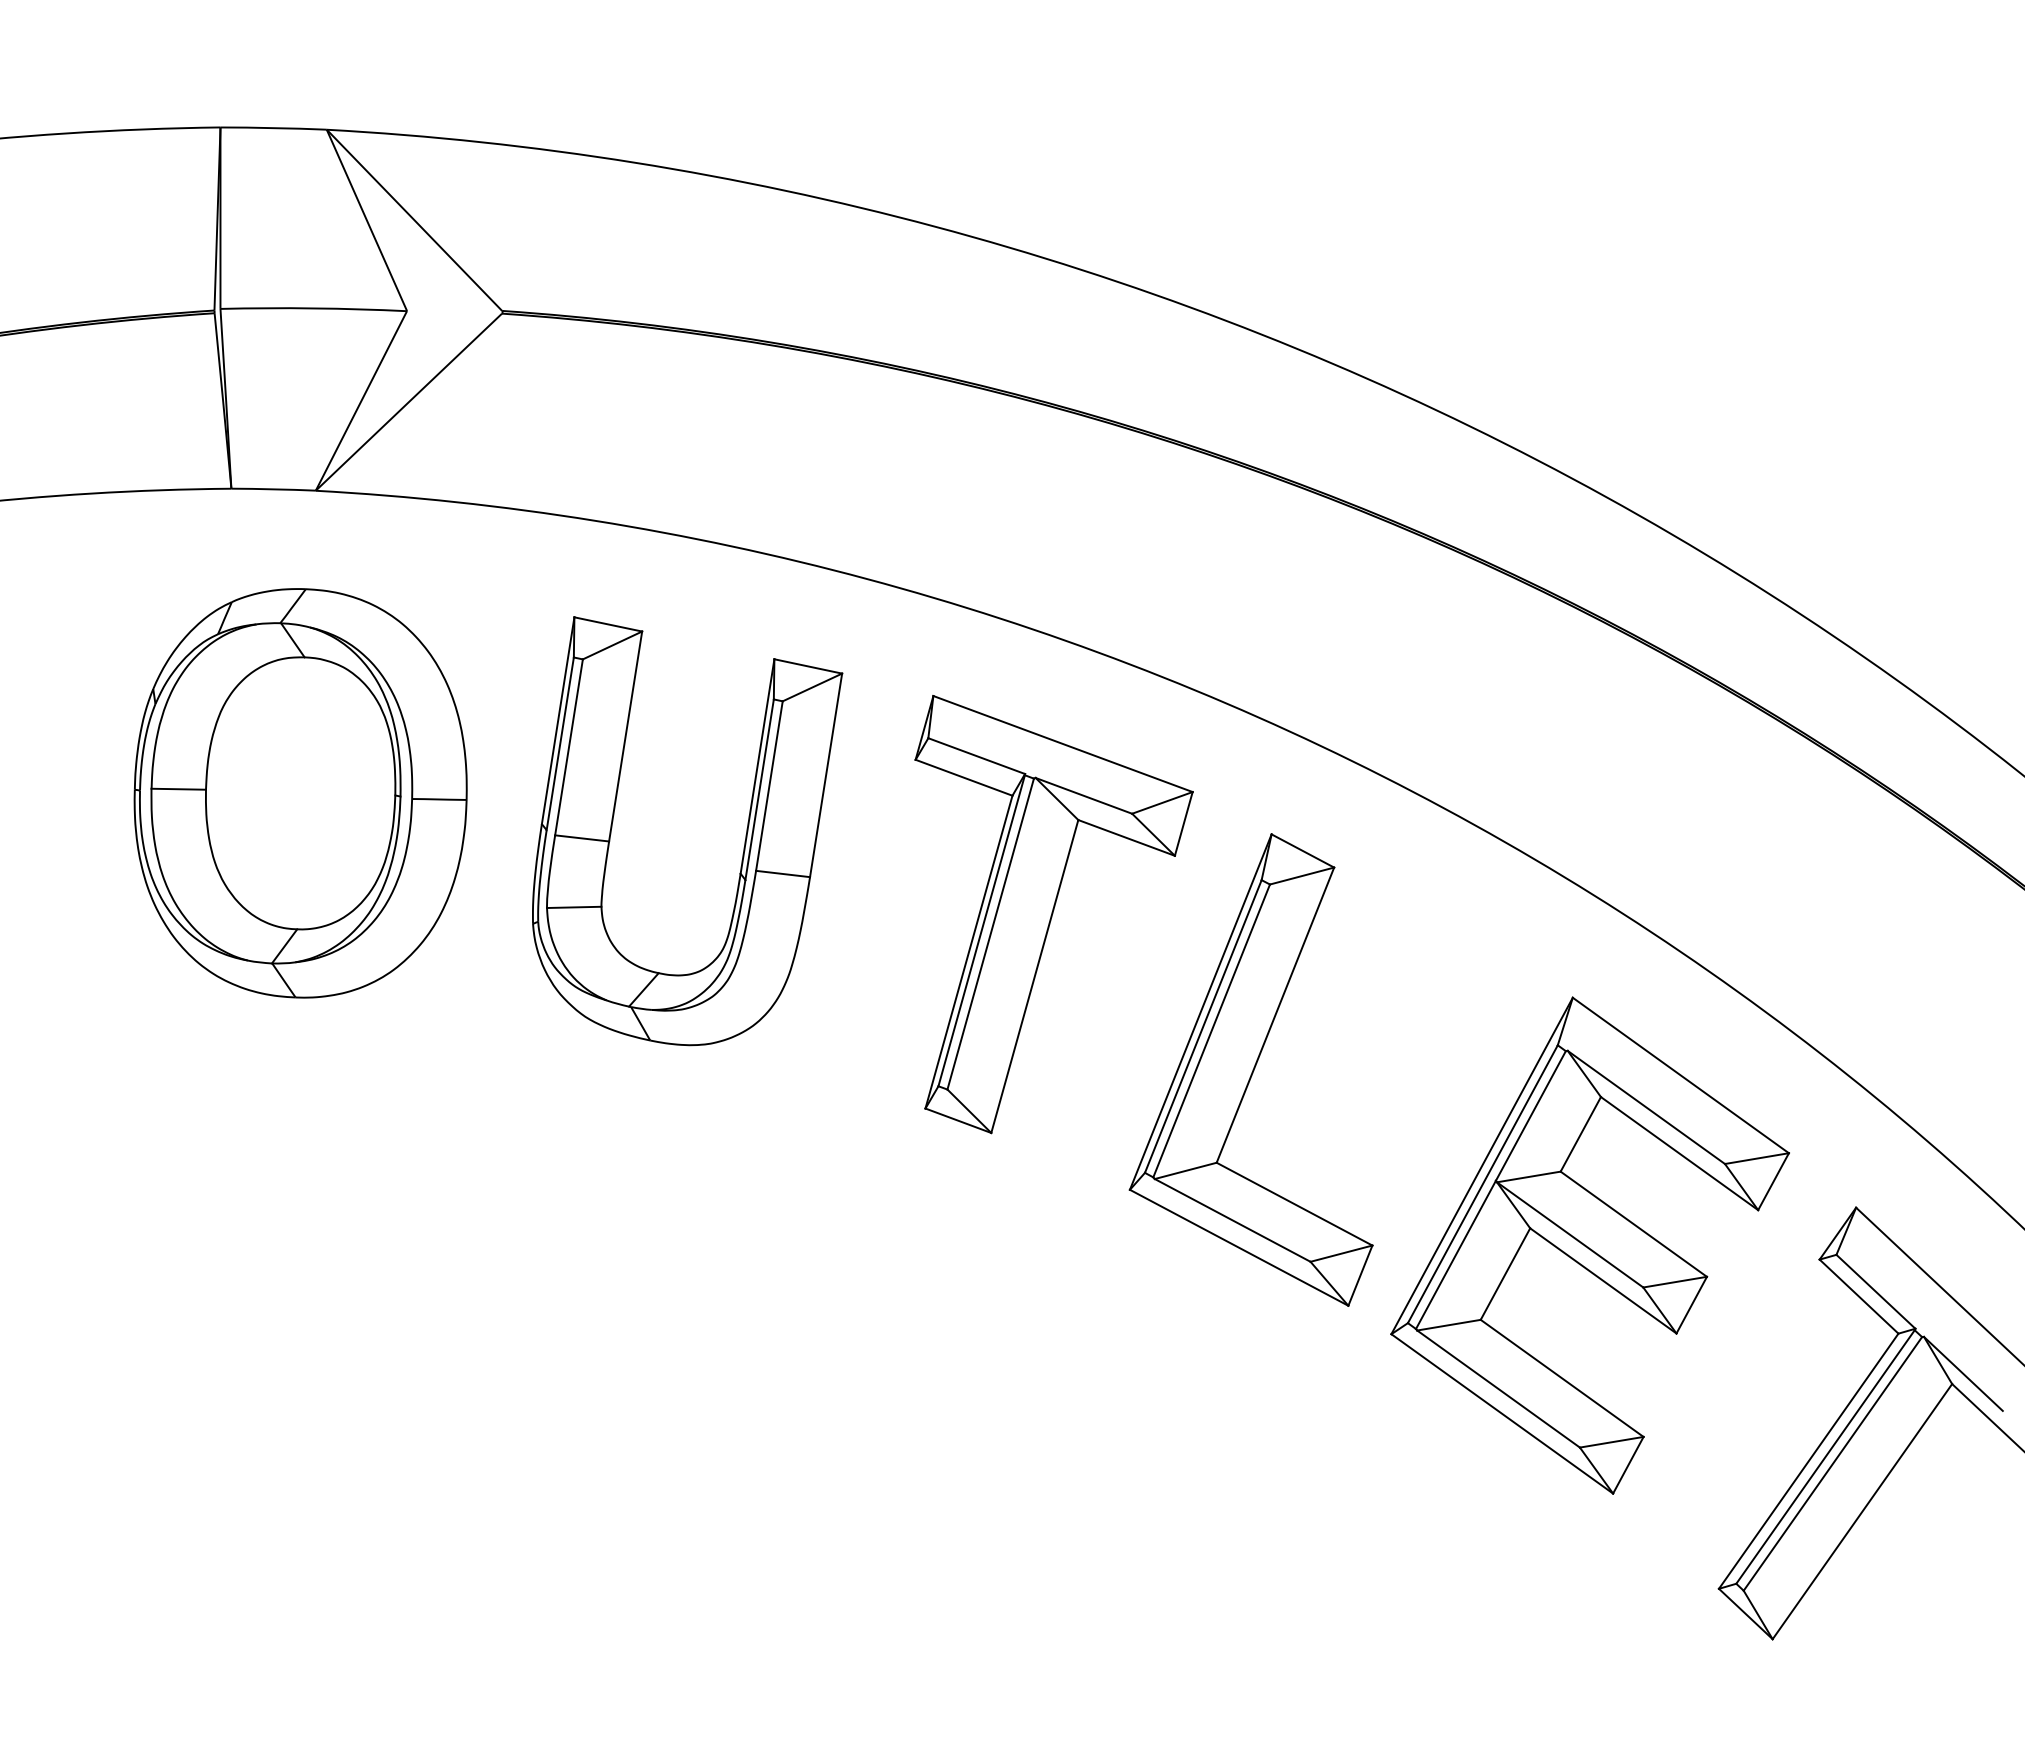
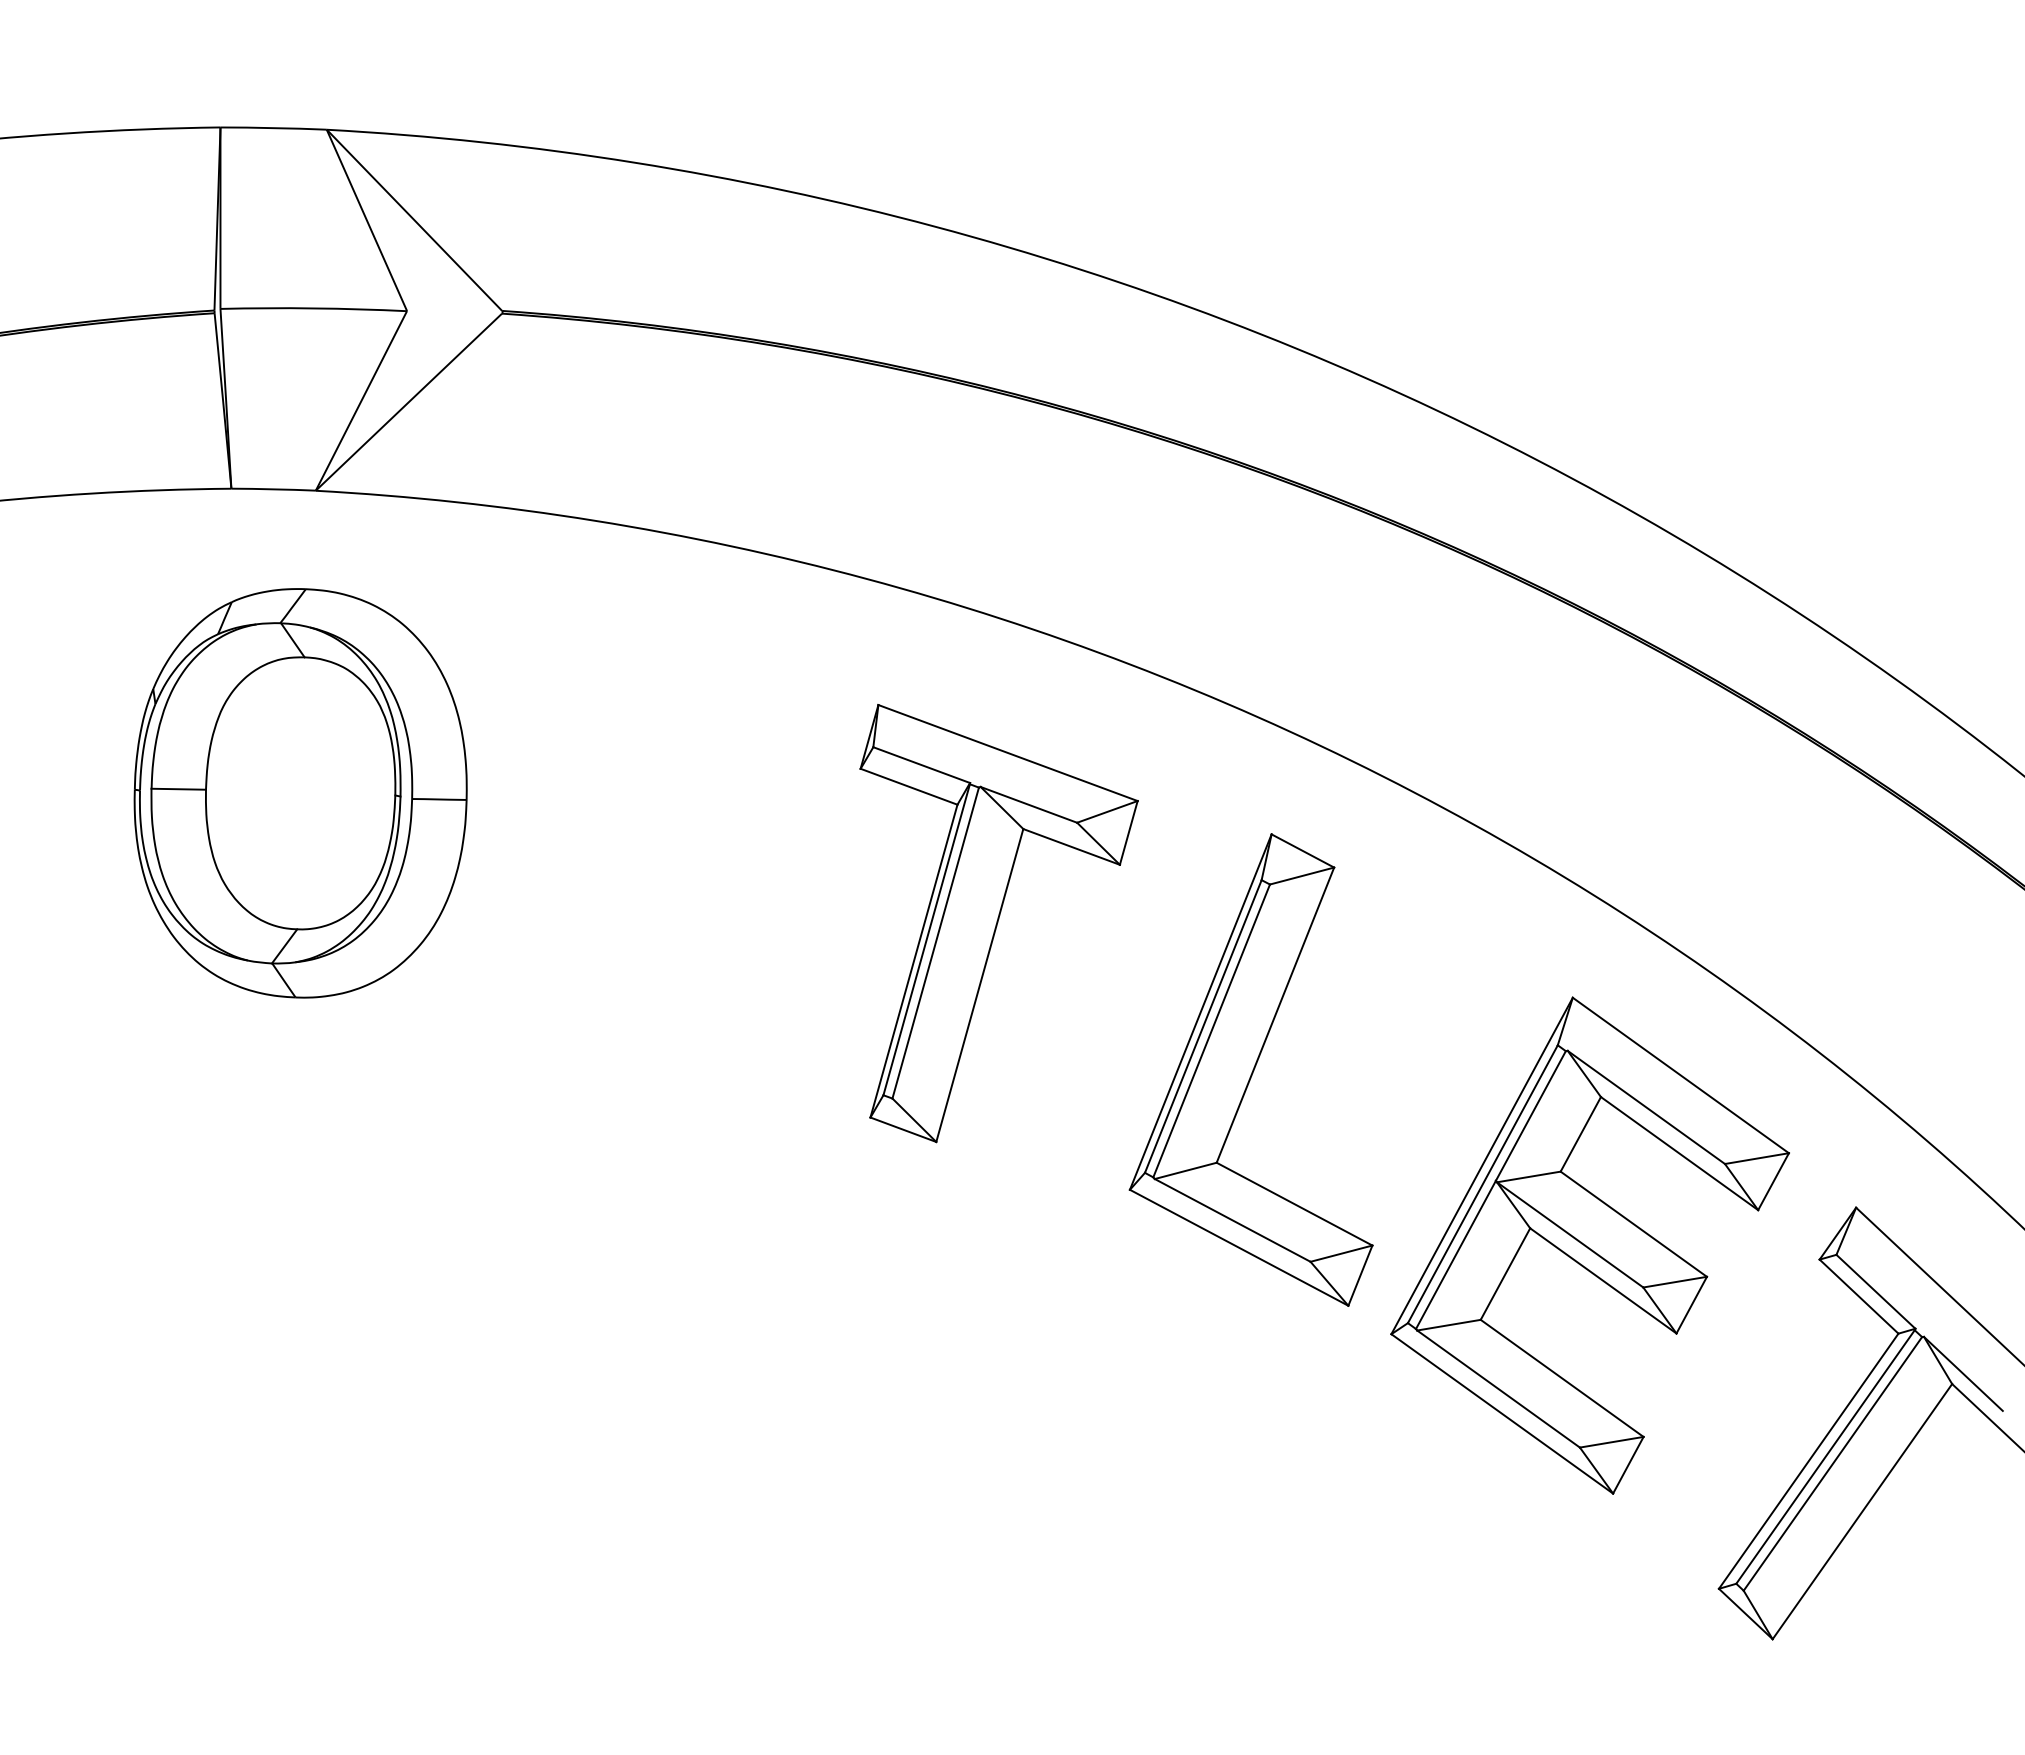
part at (744, 841): present -> none
part at (1053, 914) position: (1053, 914) -> (998, 923)
